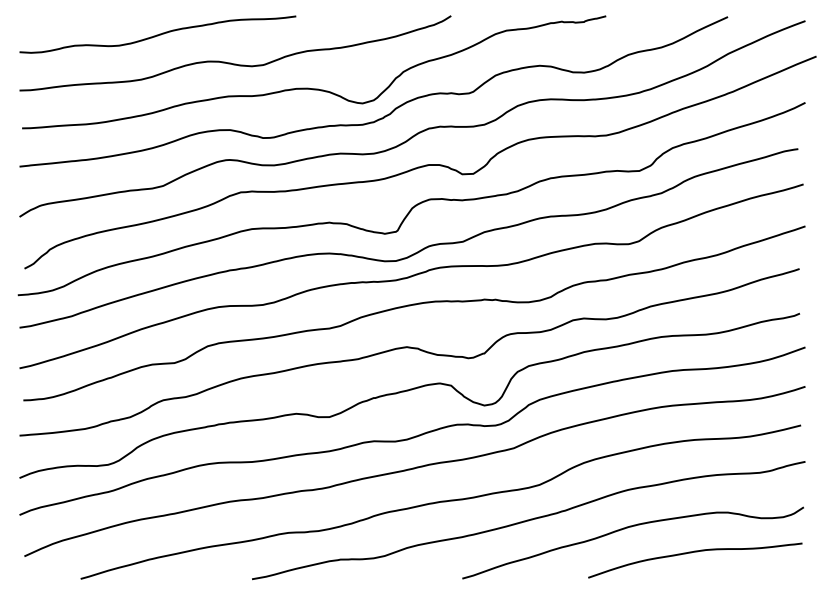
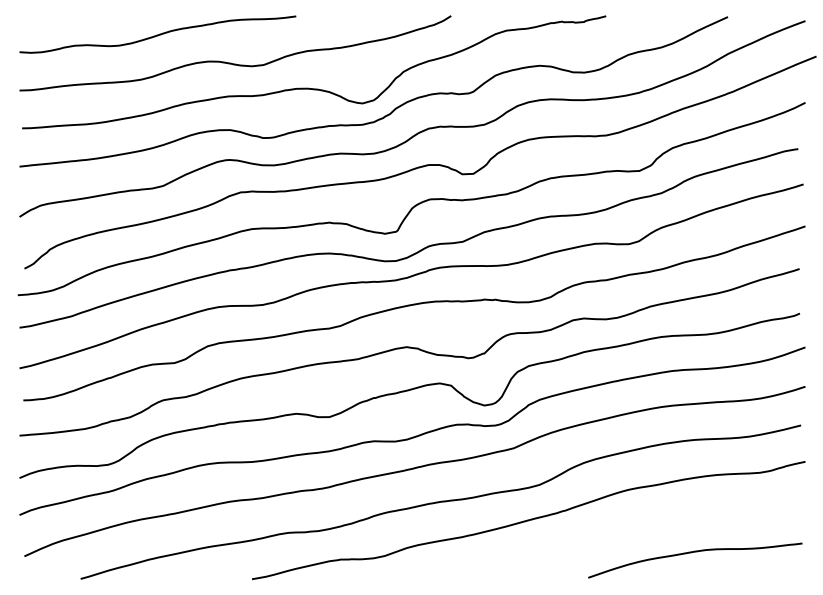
curve at (627, 528): present -> none
